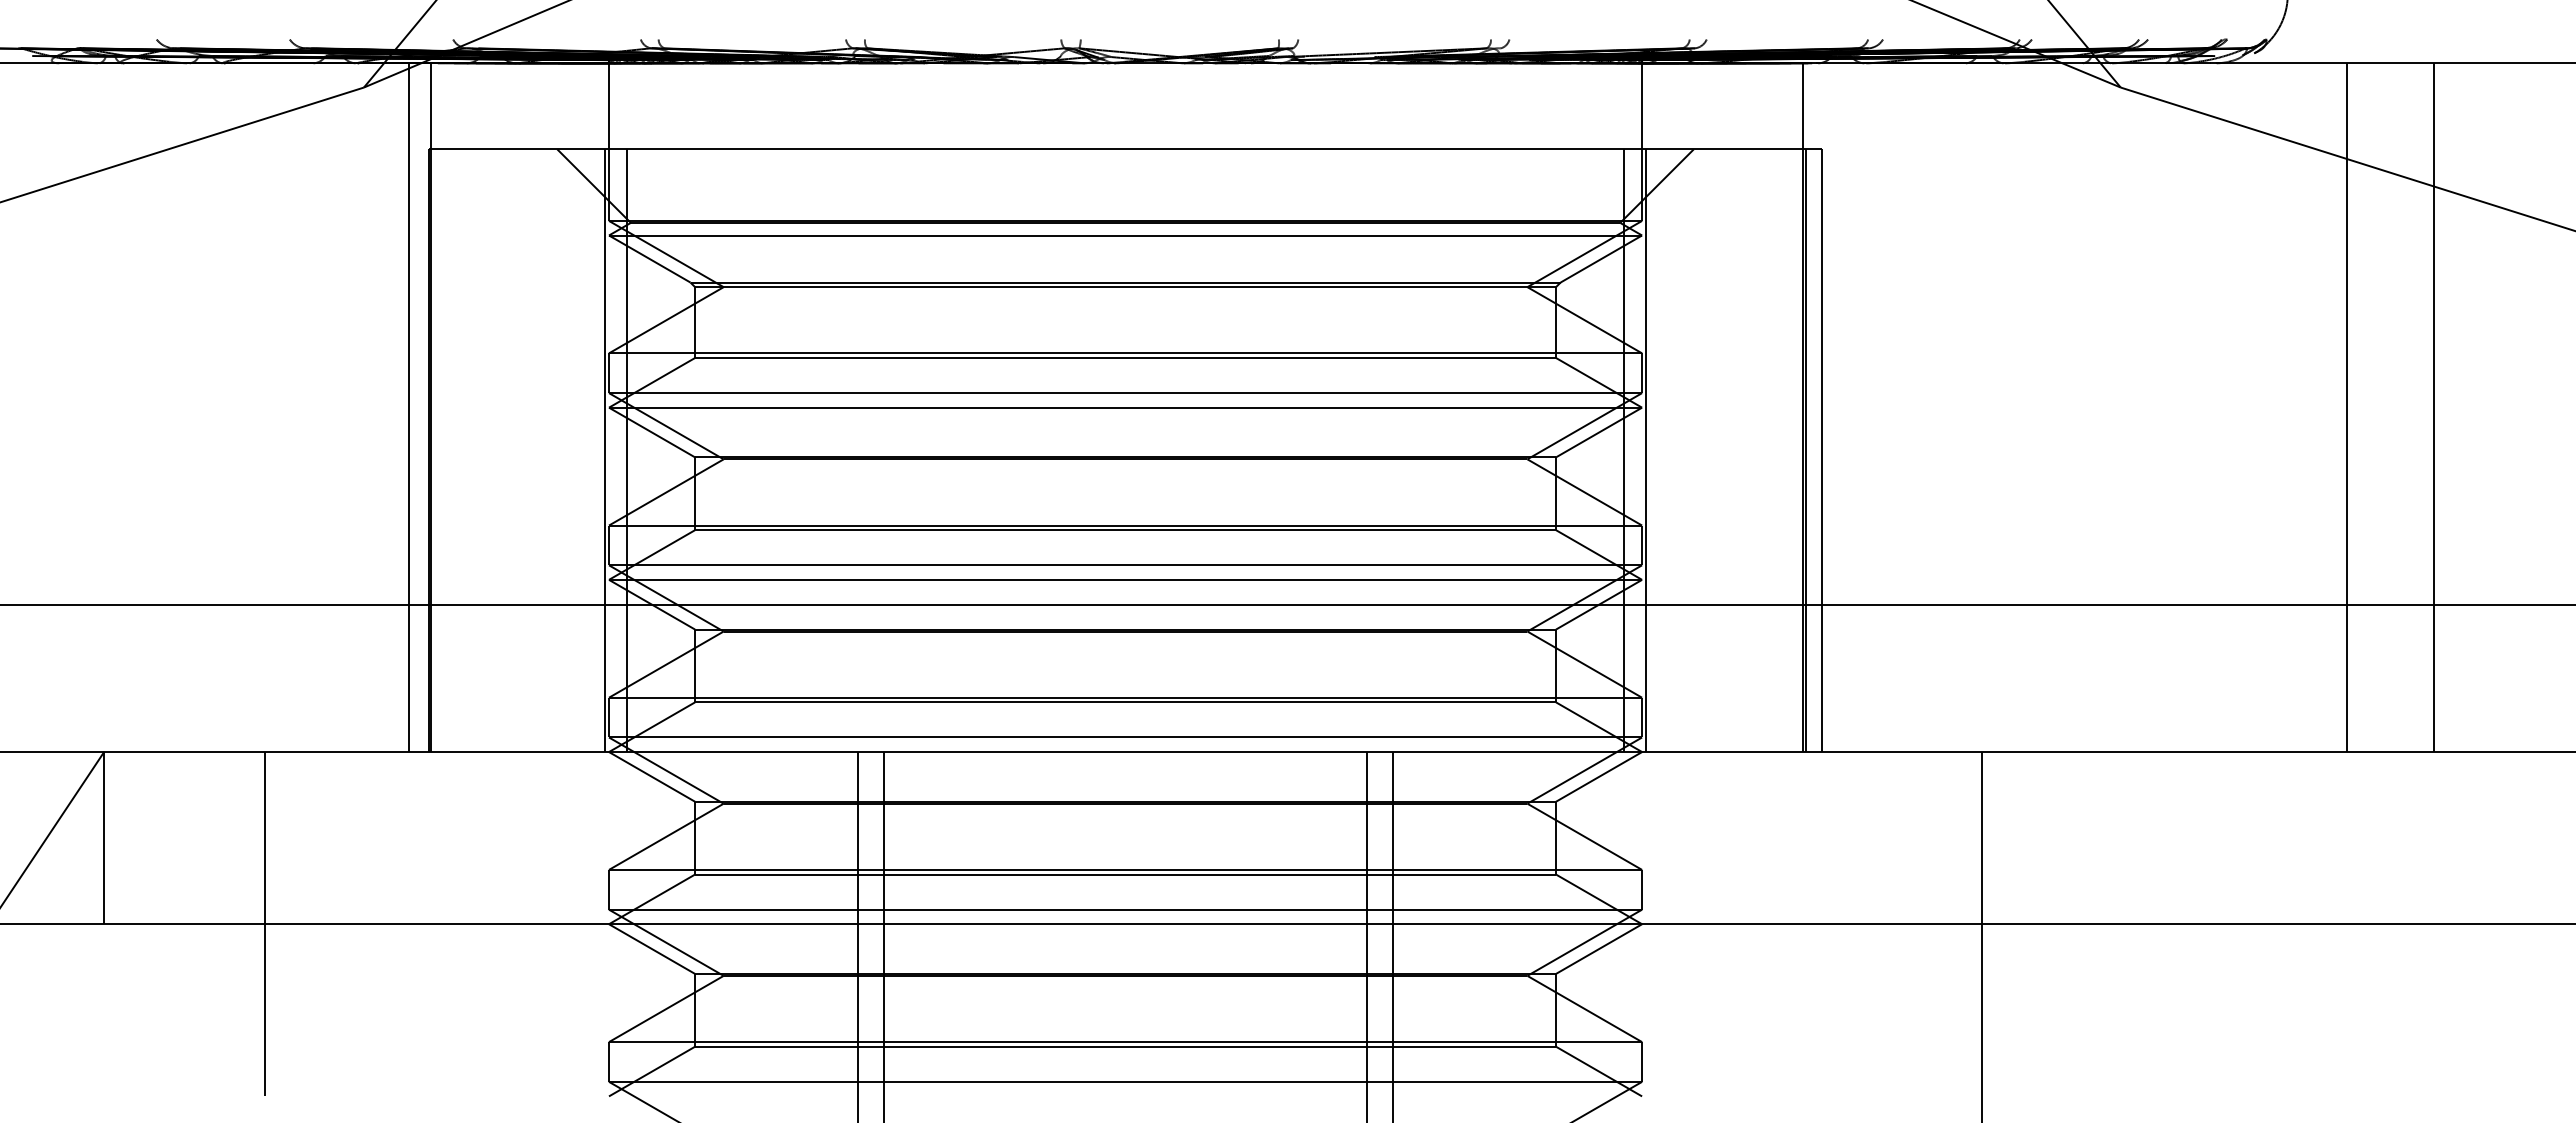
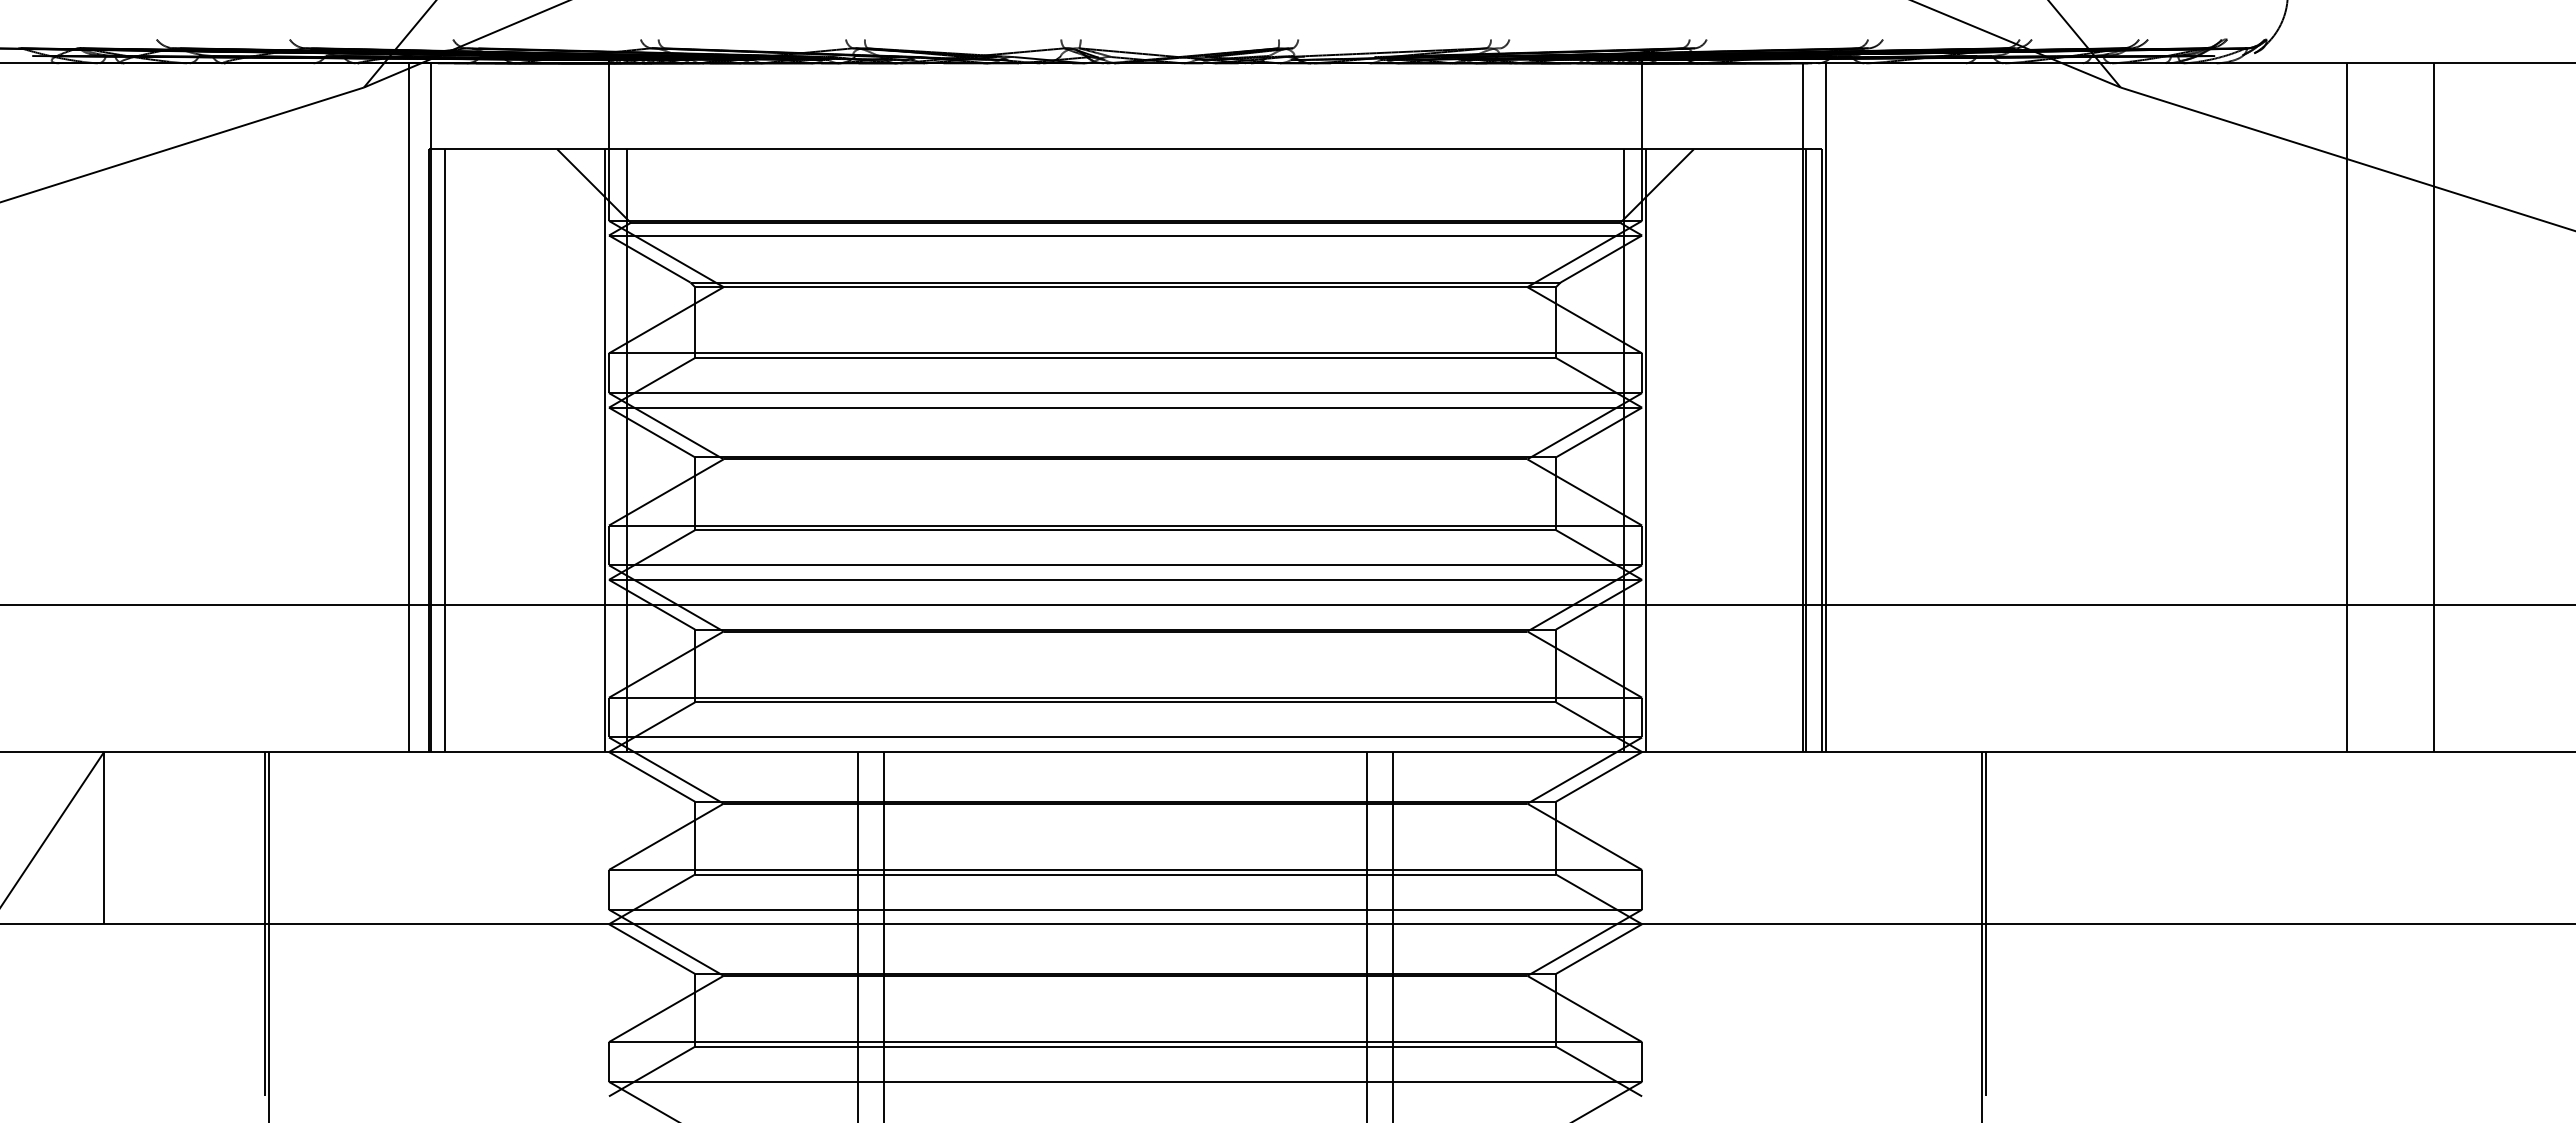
line at (1825, 407): none -> present
line at (445, 450): none -> present
line at (1986, 924): none -> present
line at (268, 935): none -> present
